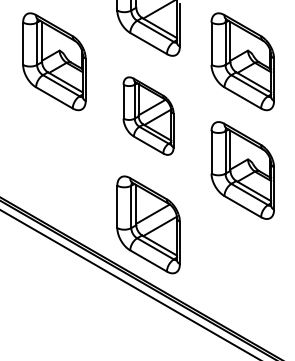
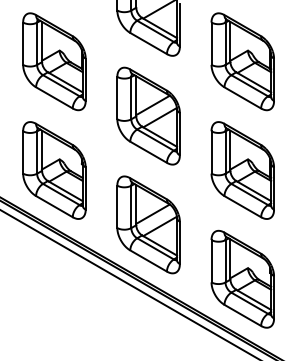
part at (148, 115) size: 53x80 px -> 65x100 px
part at (54, 170): none -> present
part at (242, 278): none -> present
